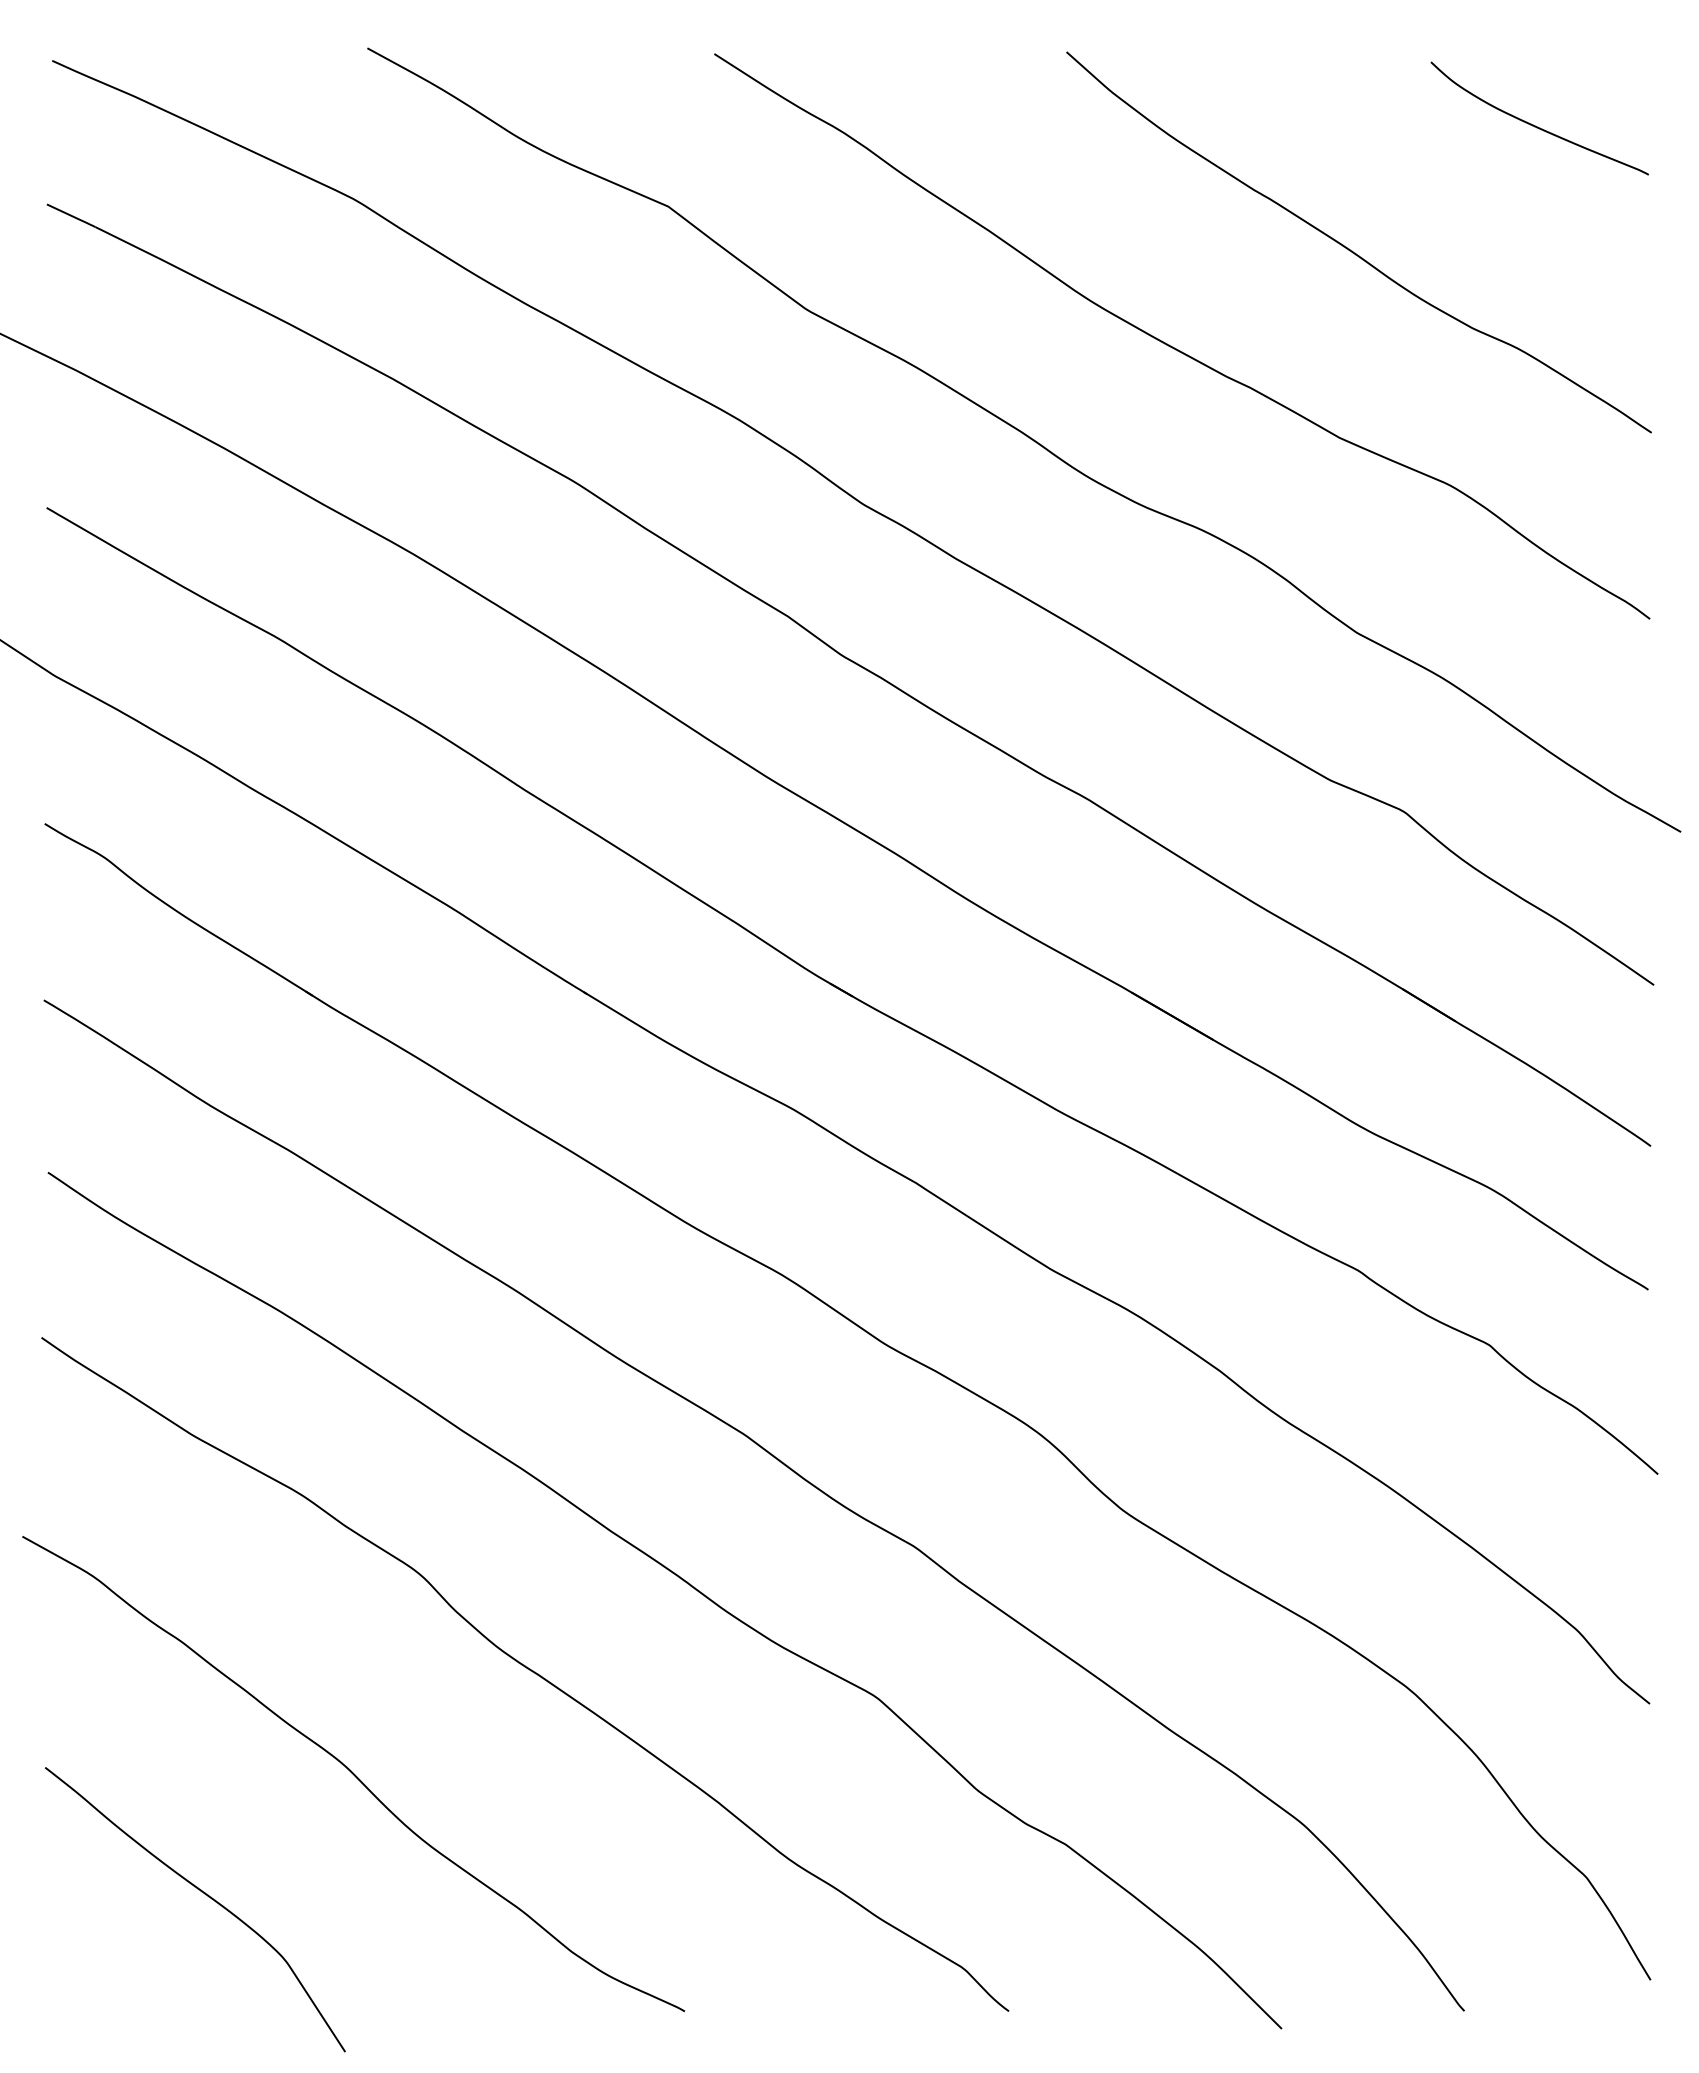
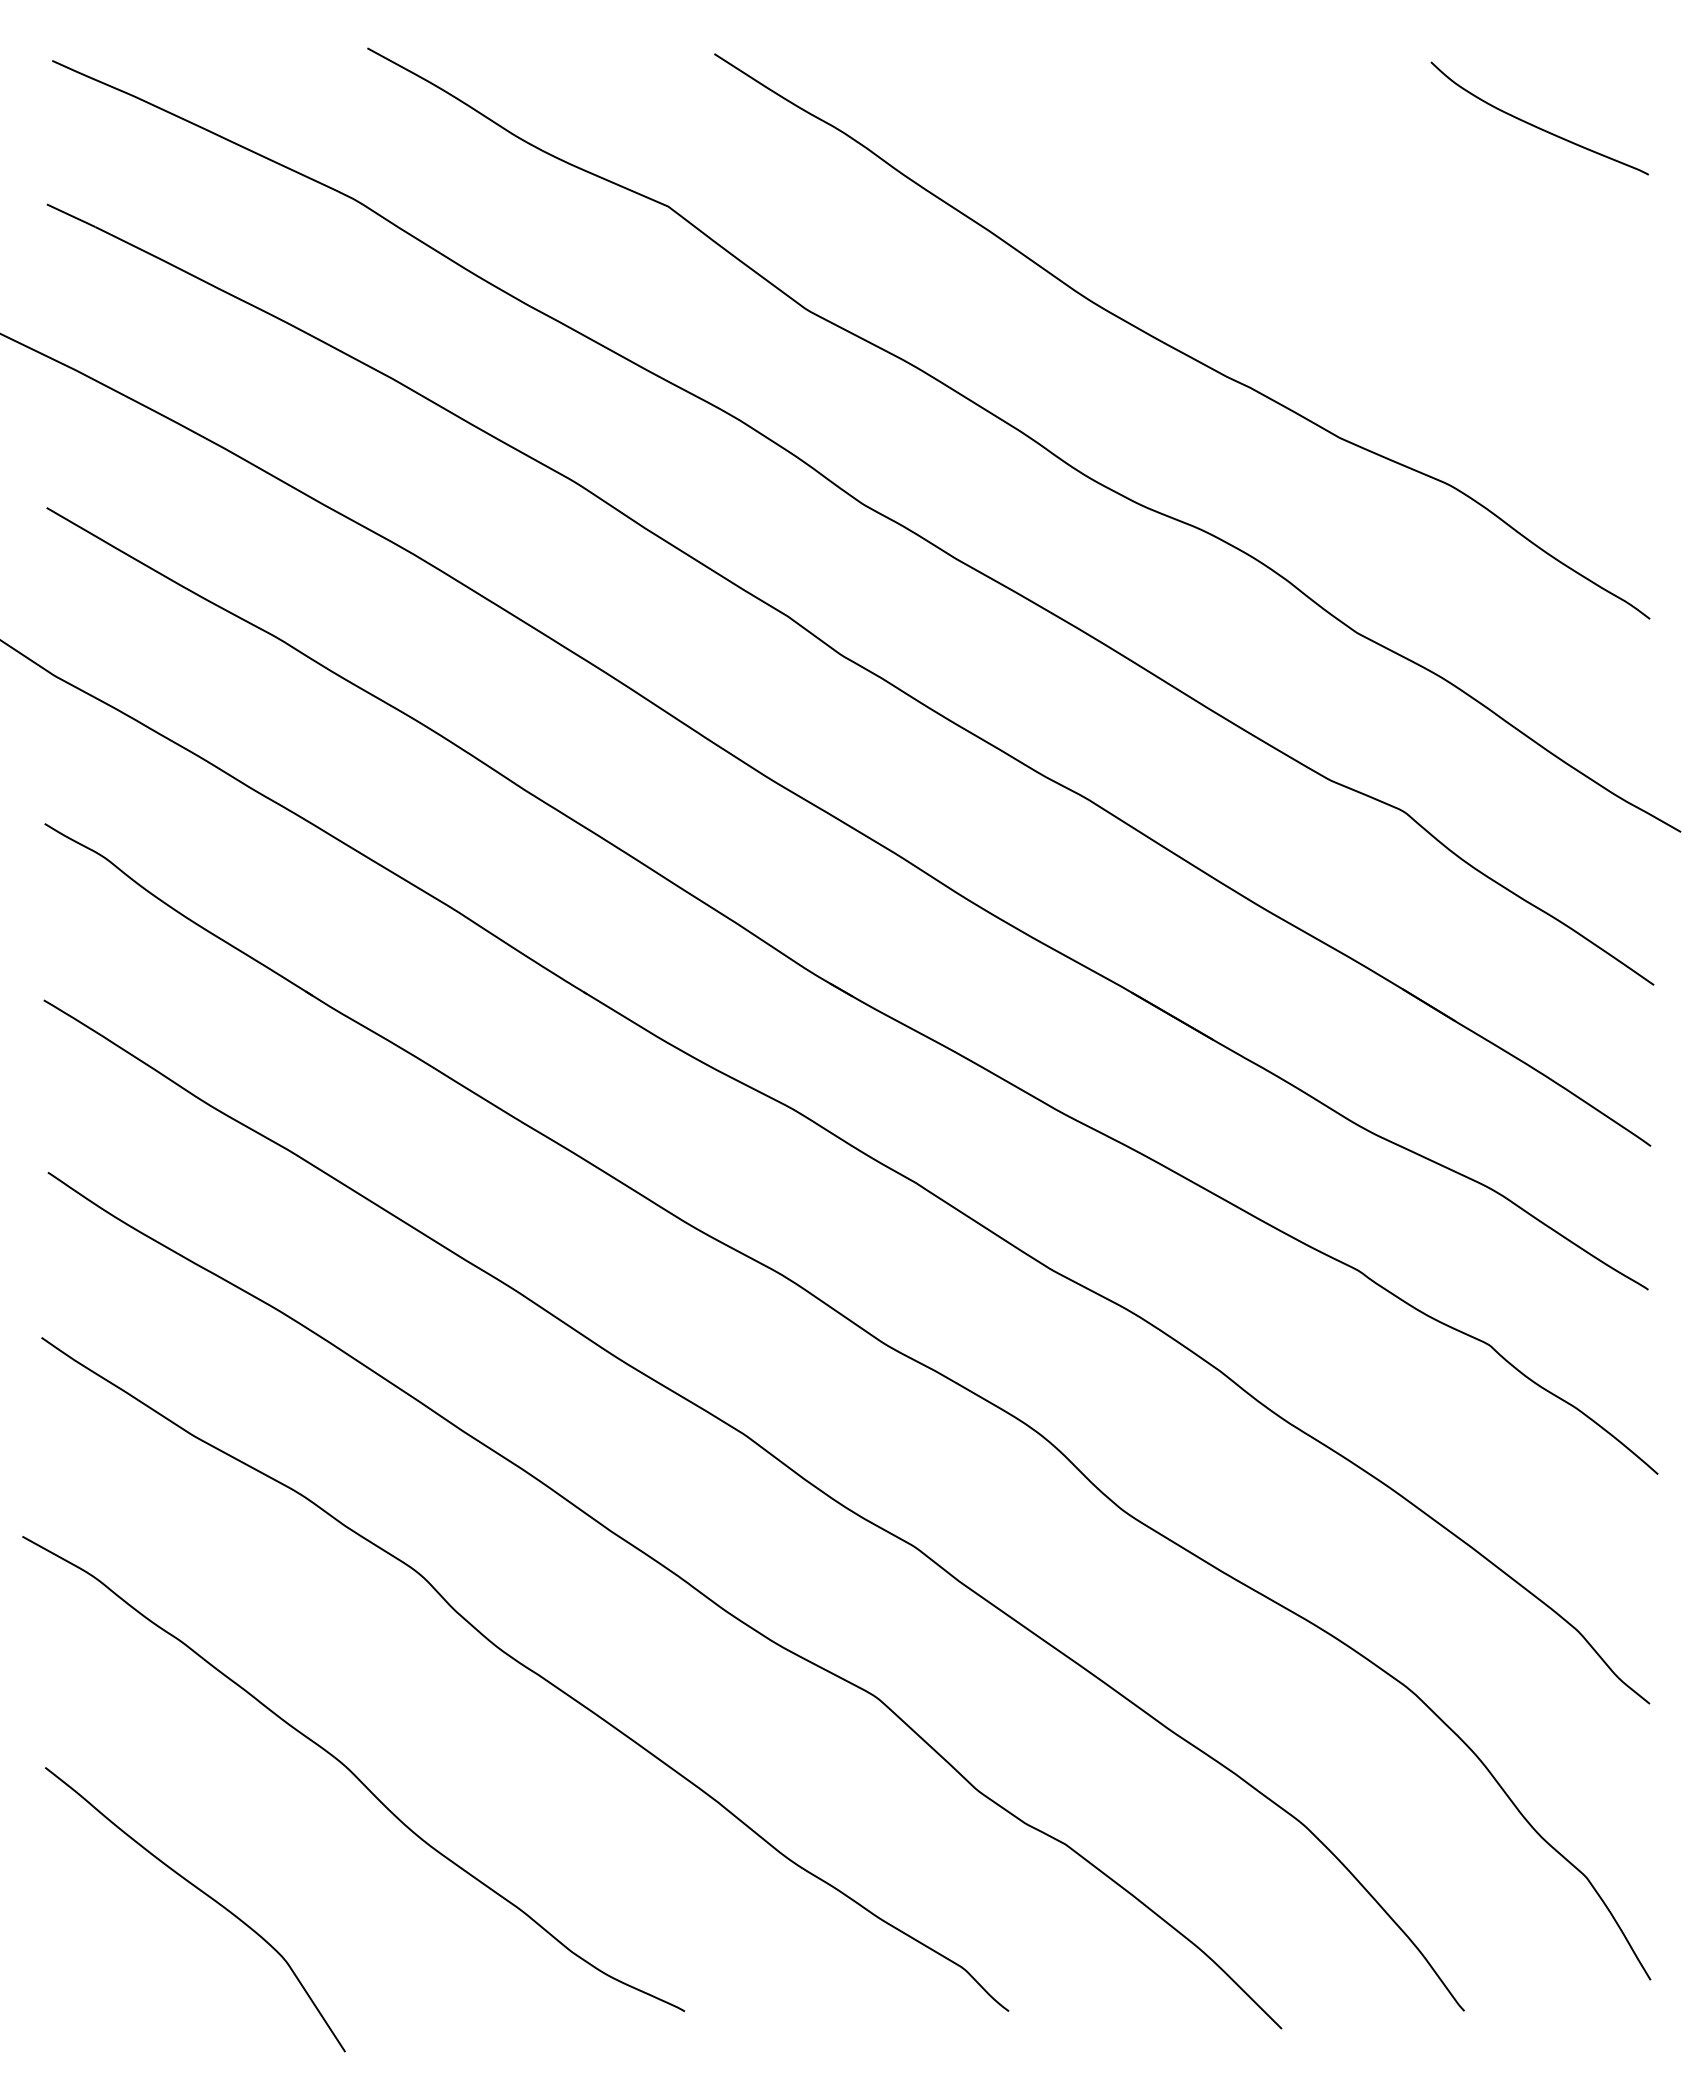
curve at (1352, 250): present -> none
